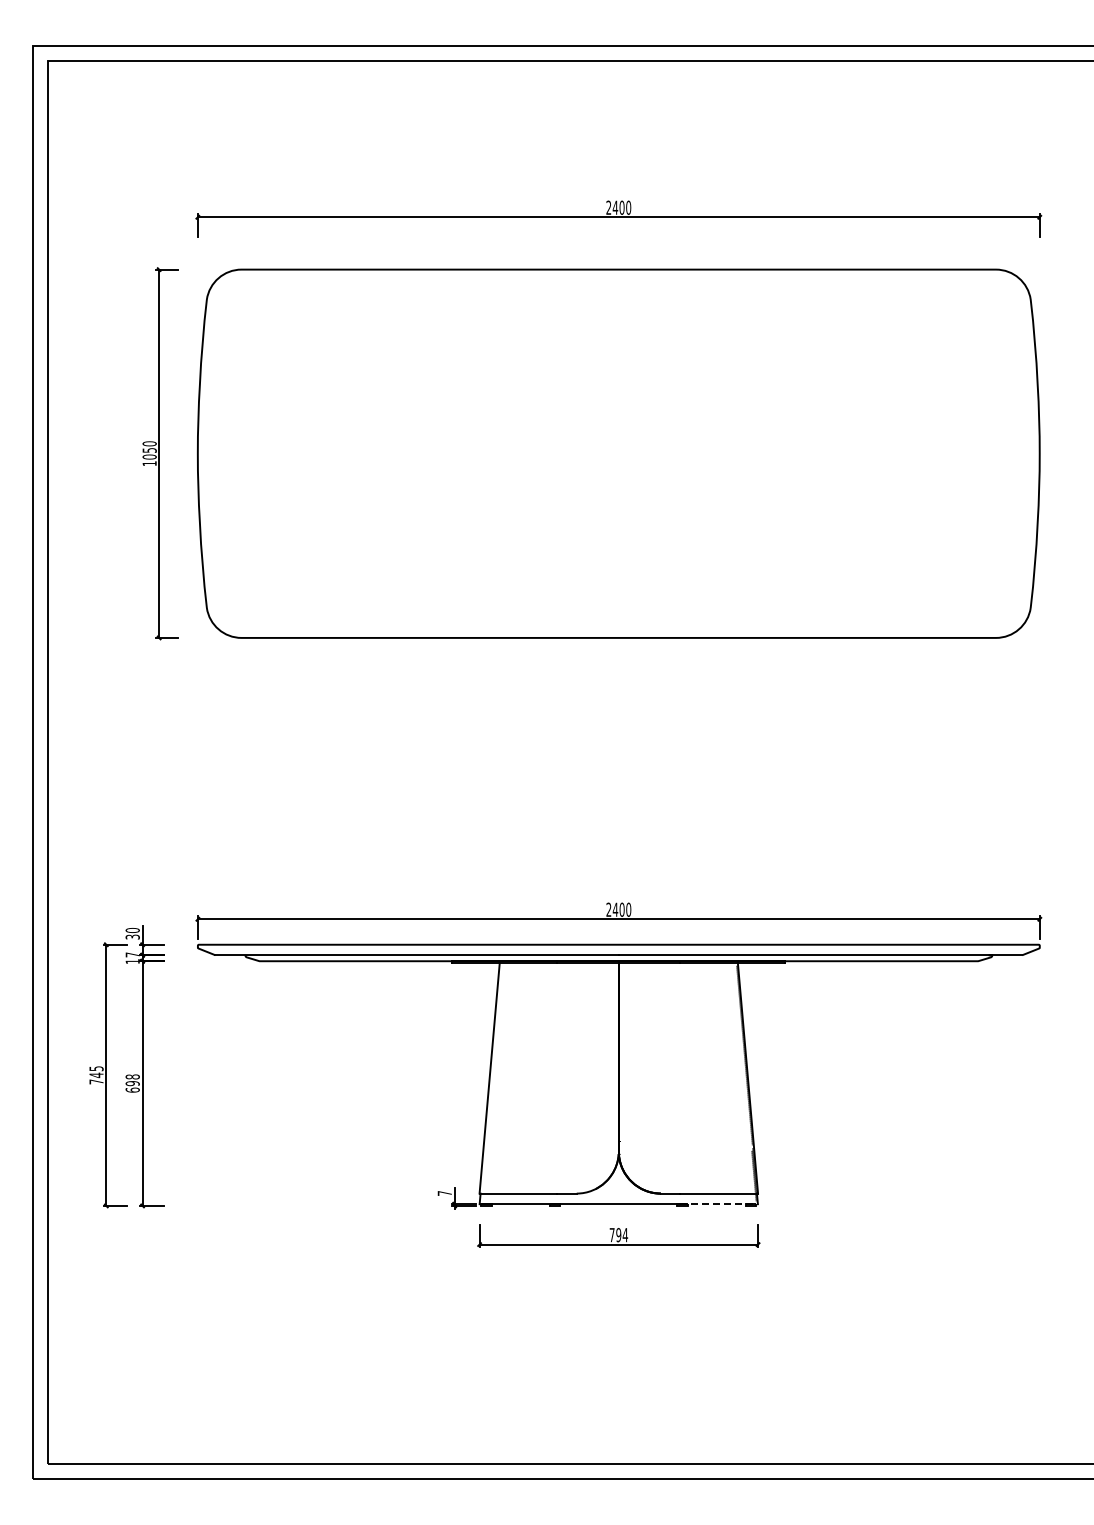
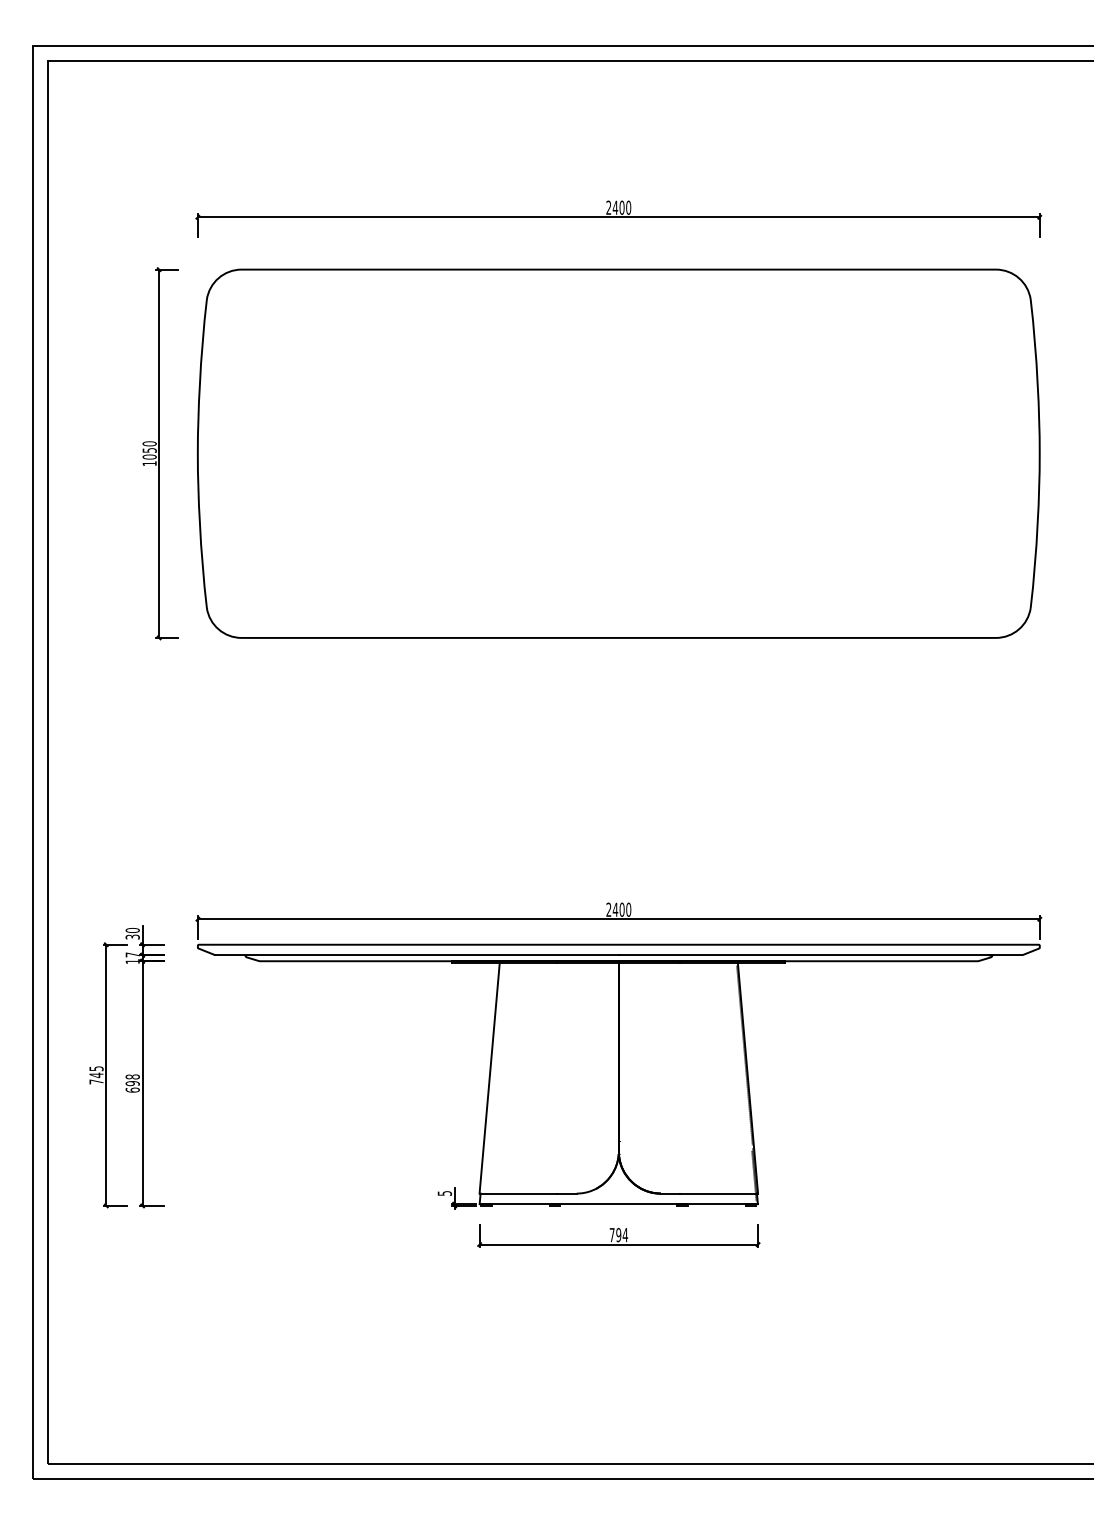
text at (444, 1193): 7 -> 5
line at (719, 1204): dashed -> solid
